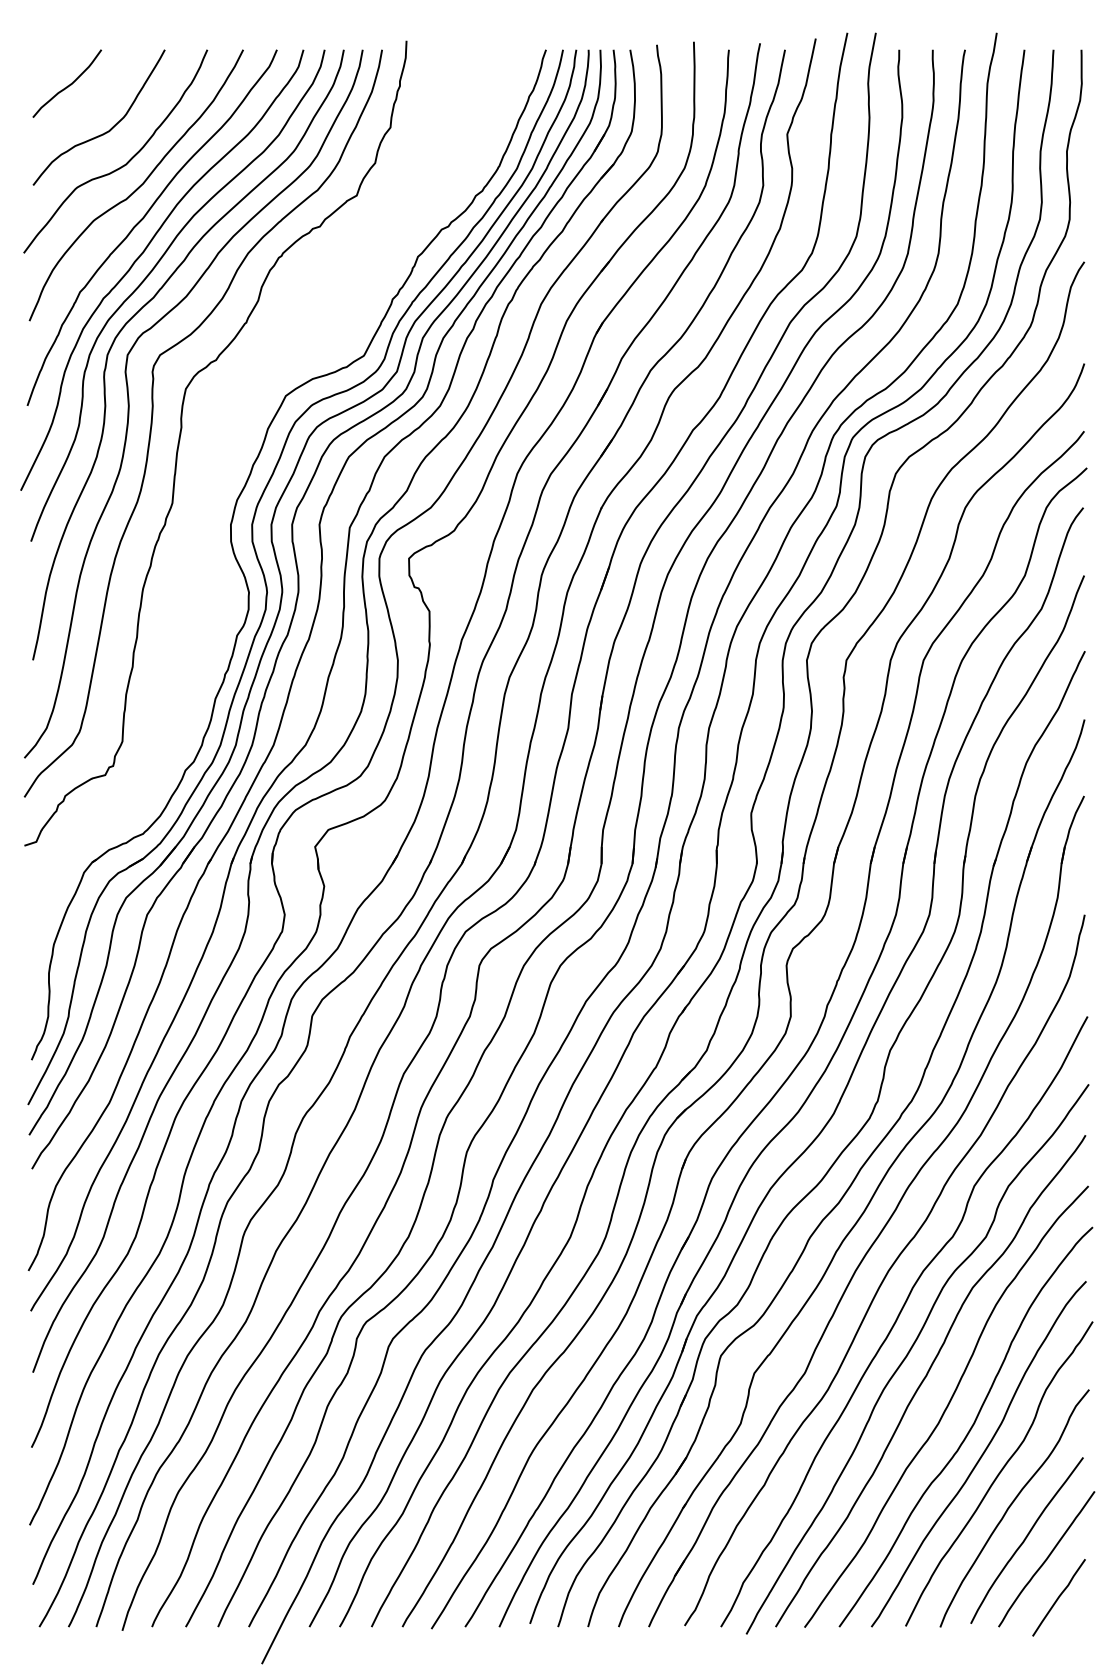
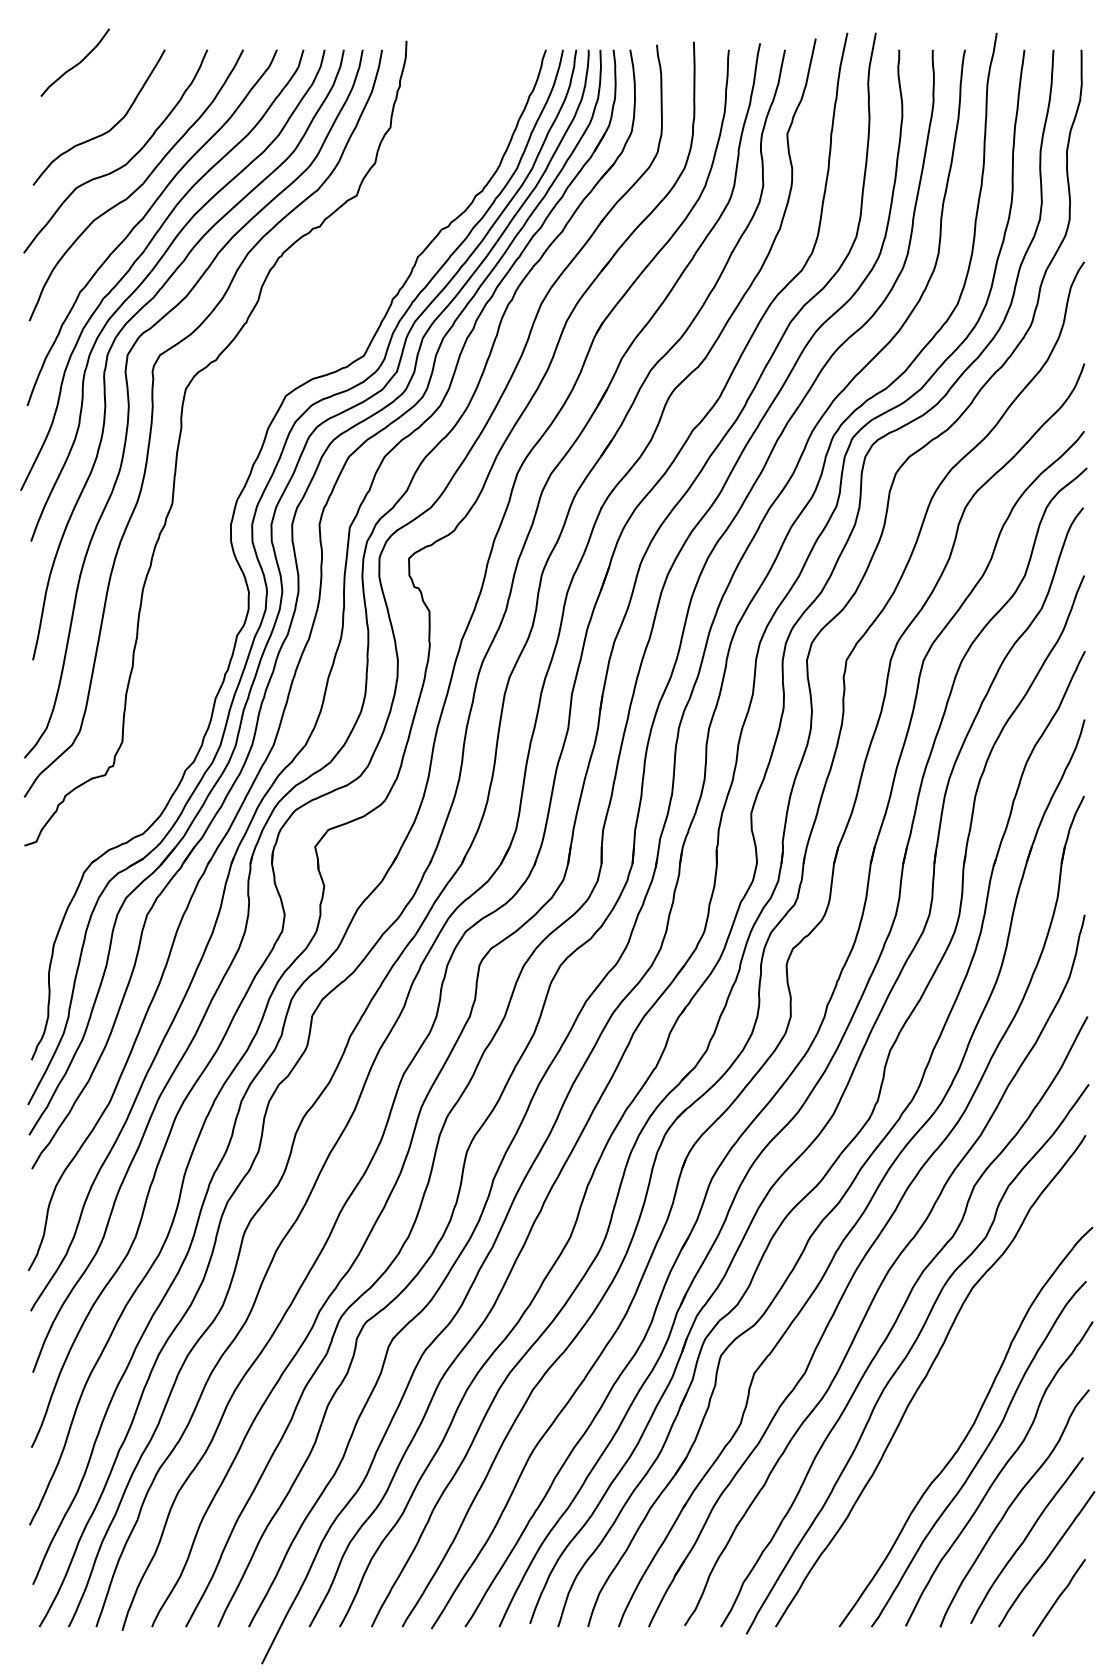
curve at (67, 85) position: (67, 85) -> (75, 64)
curve at (946, 1406): present -> none
